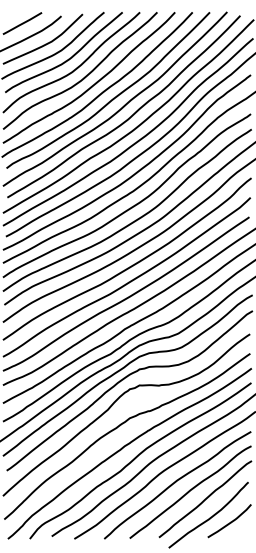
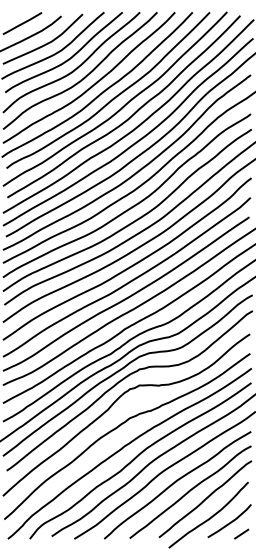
line at (241, 533): none -> present
